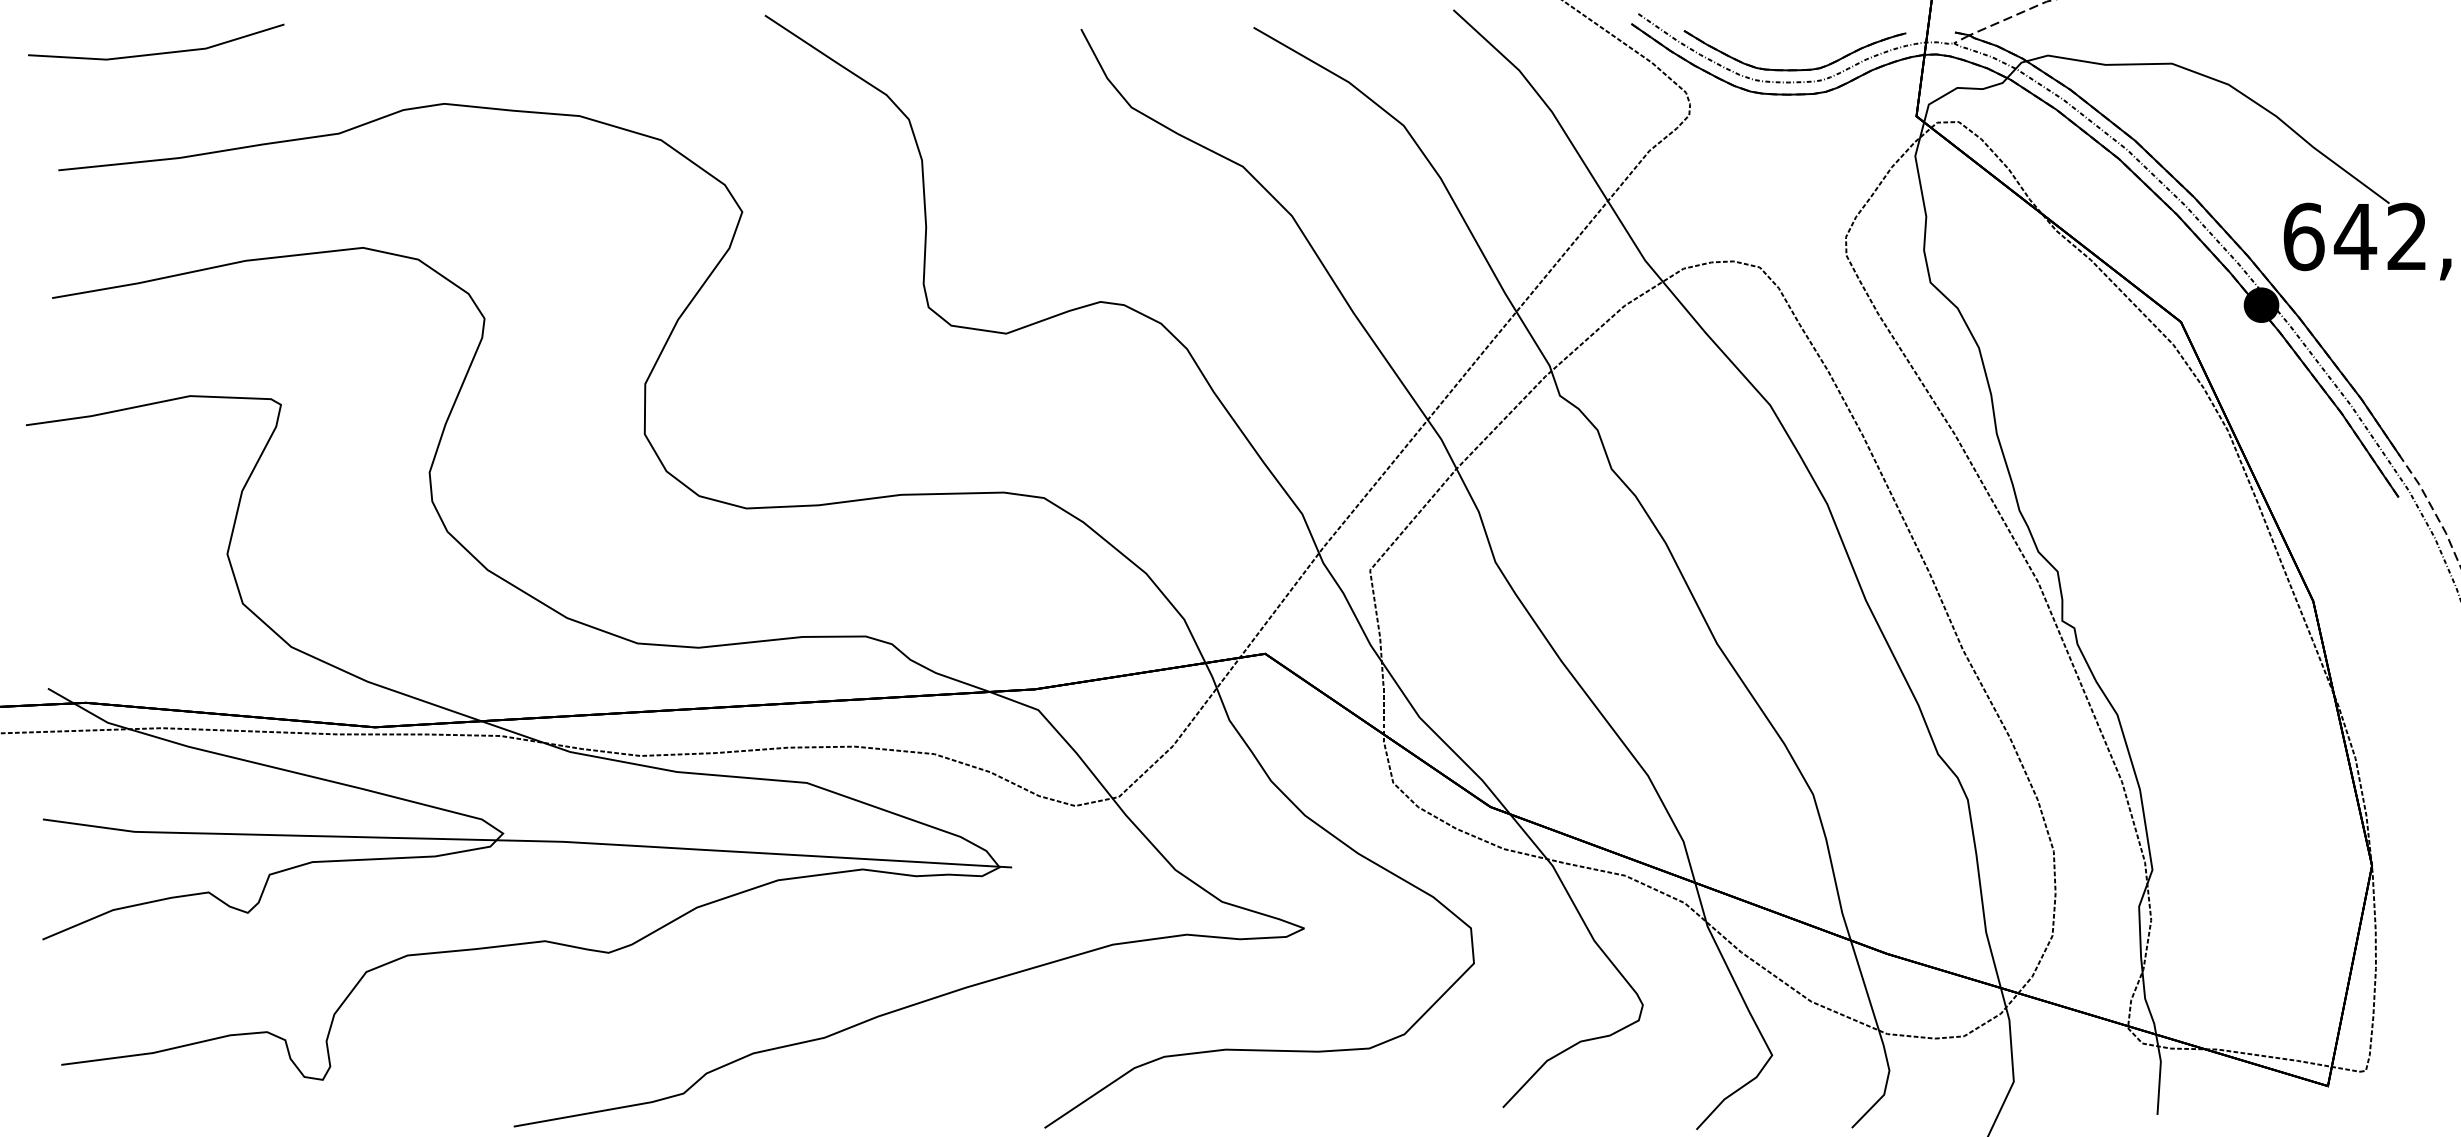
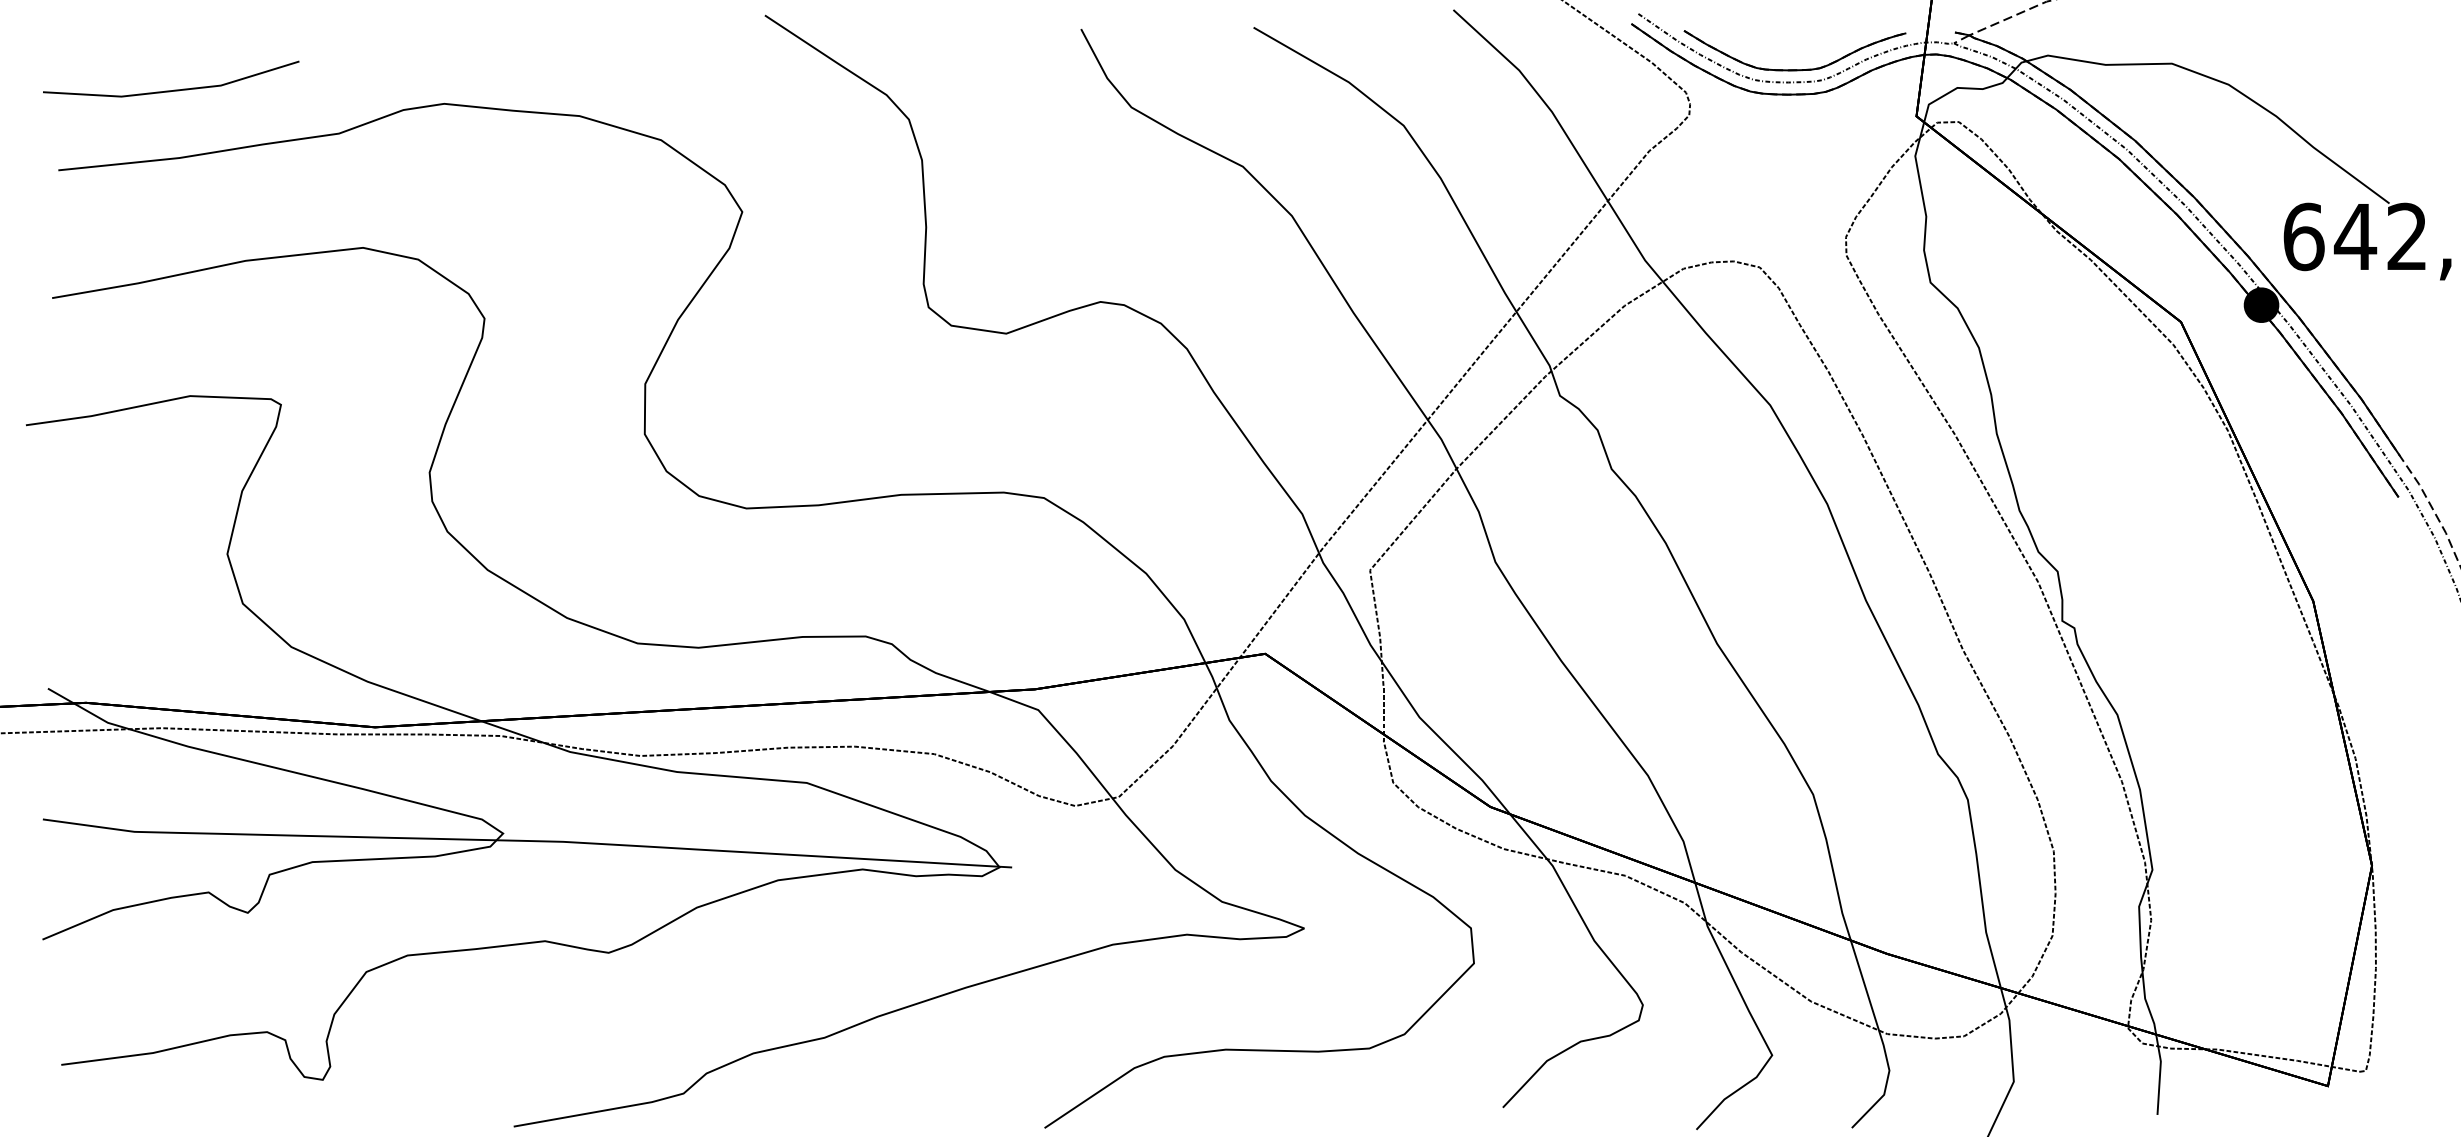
line at (159, 52) position: (159, 52) -> (174, 89)
